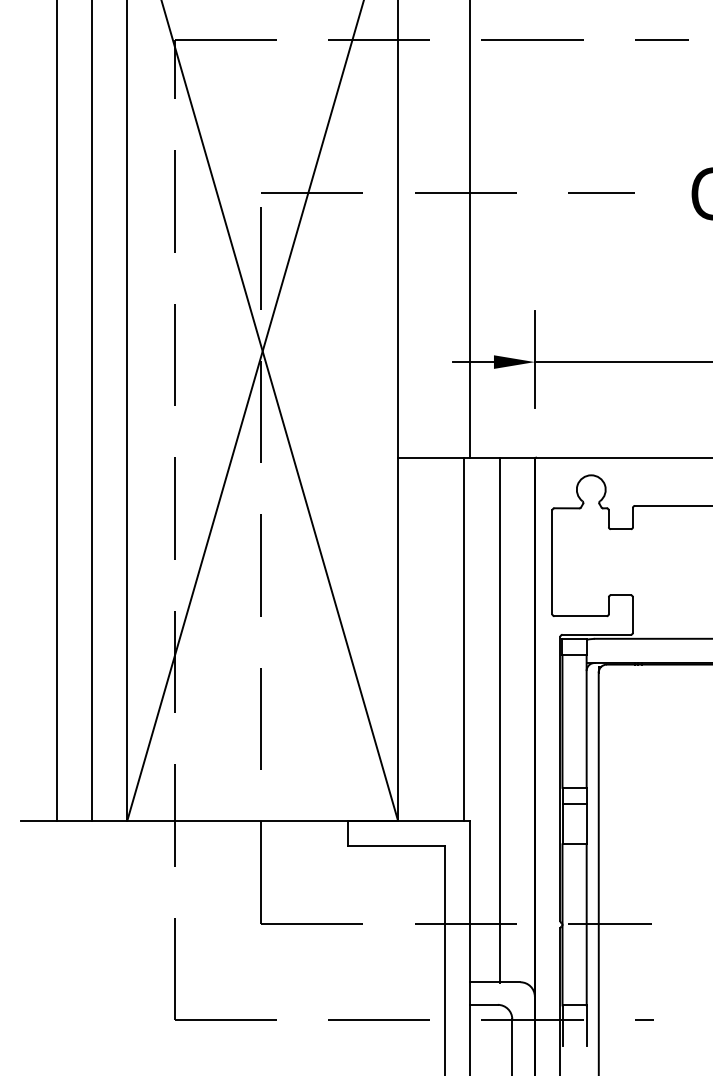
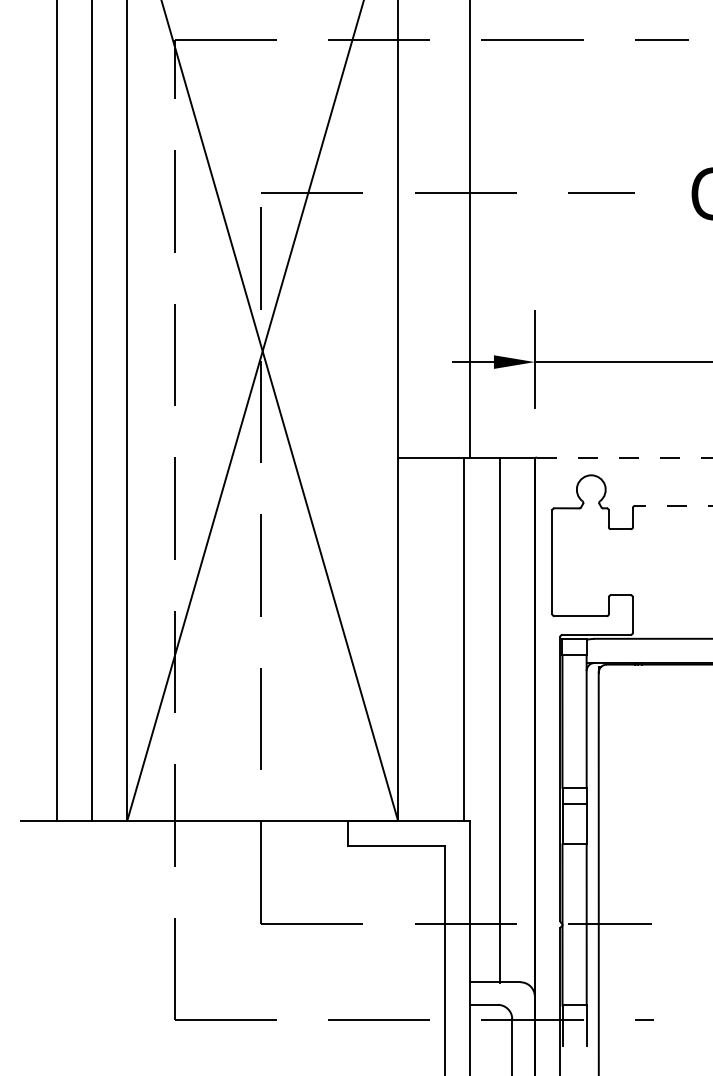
line at (624, 457): solid -> dashed
line at (673, 505): solid -> dashed
